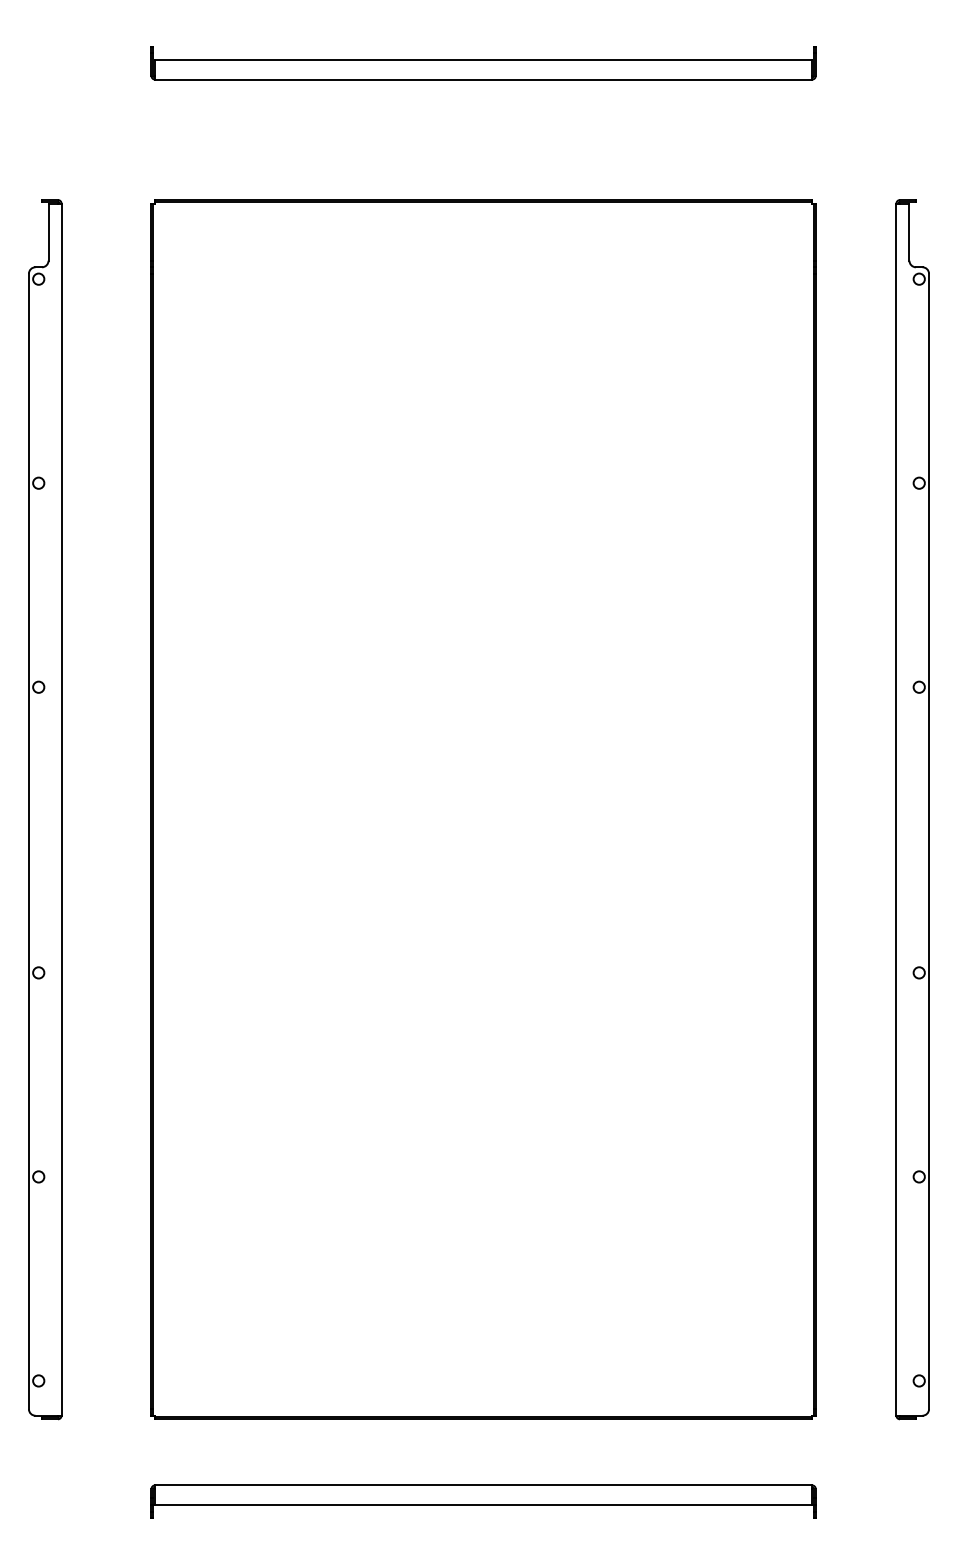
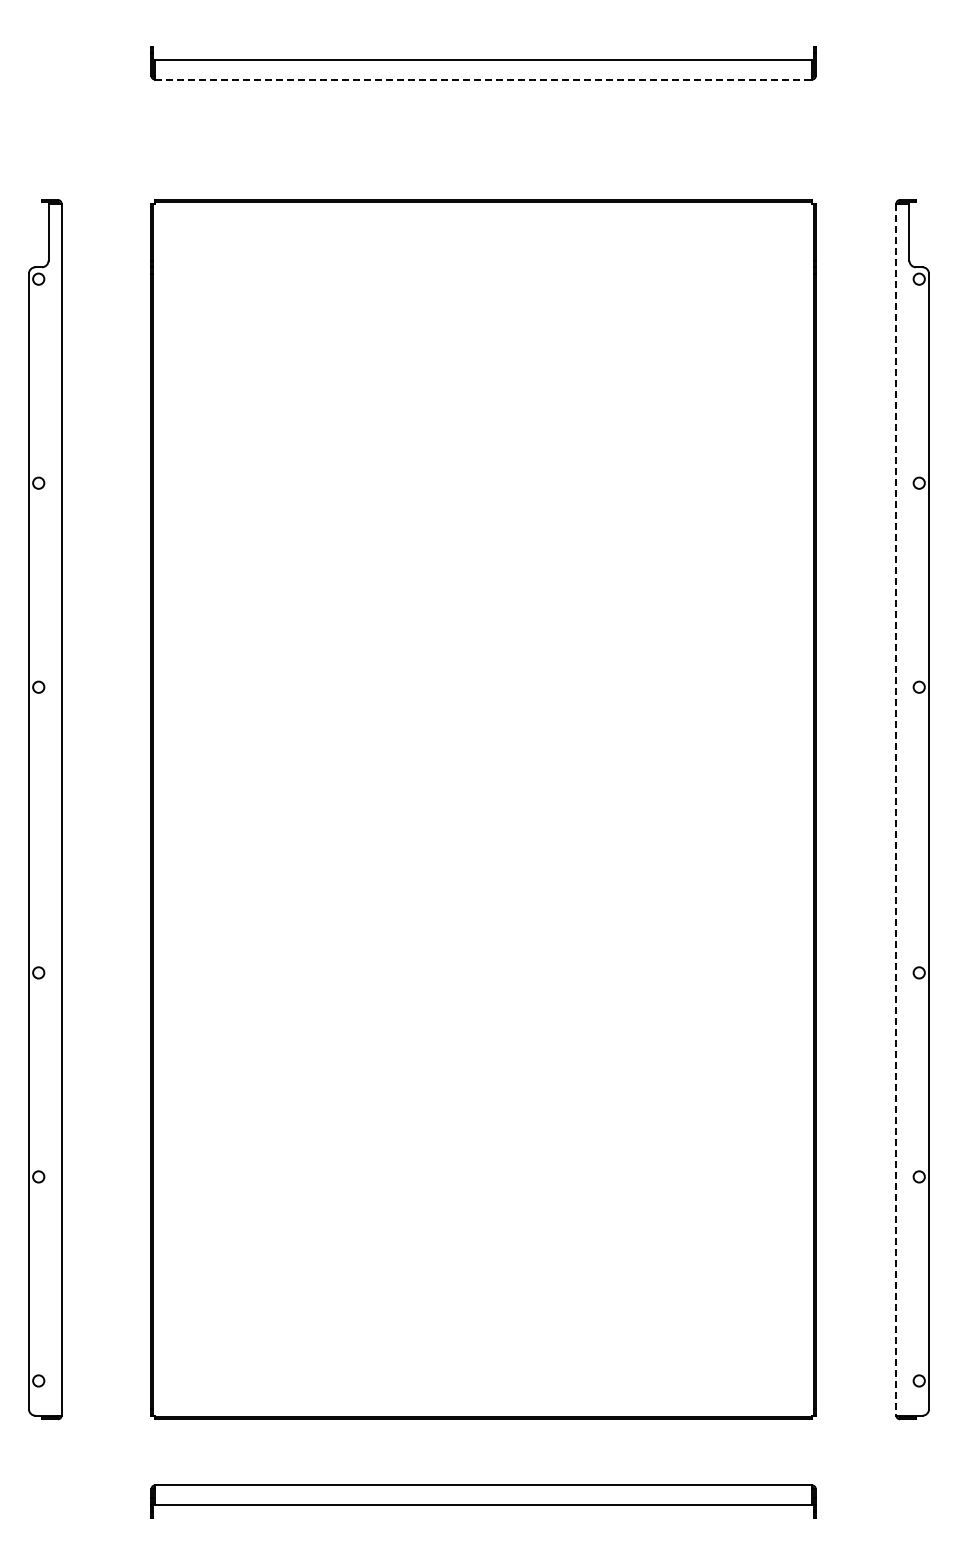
line at (483, 79): solid -> dashed
line at (896, 810): solid -> dashed
